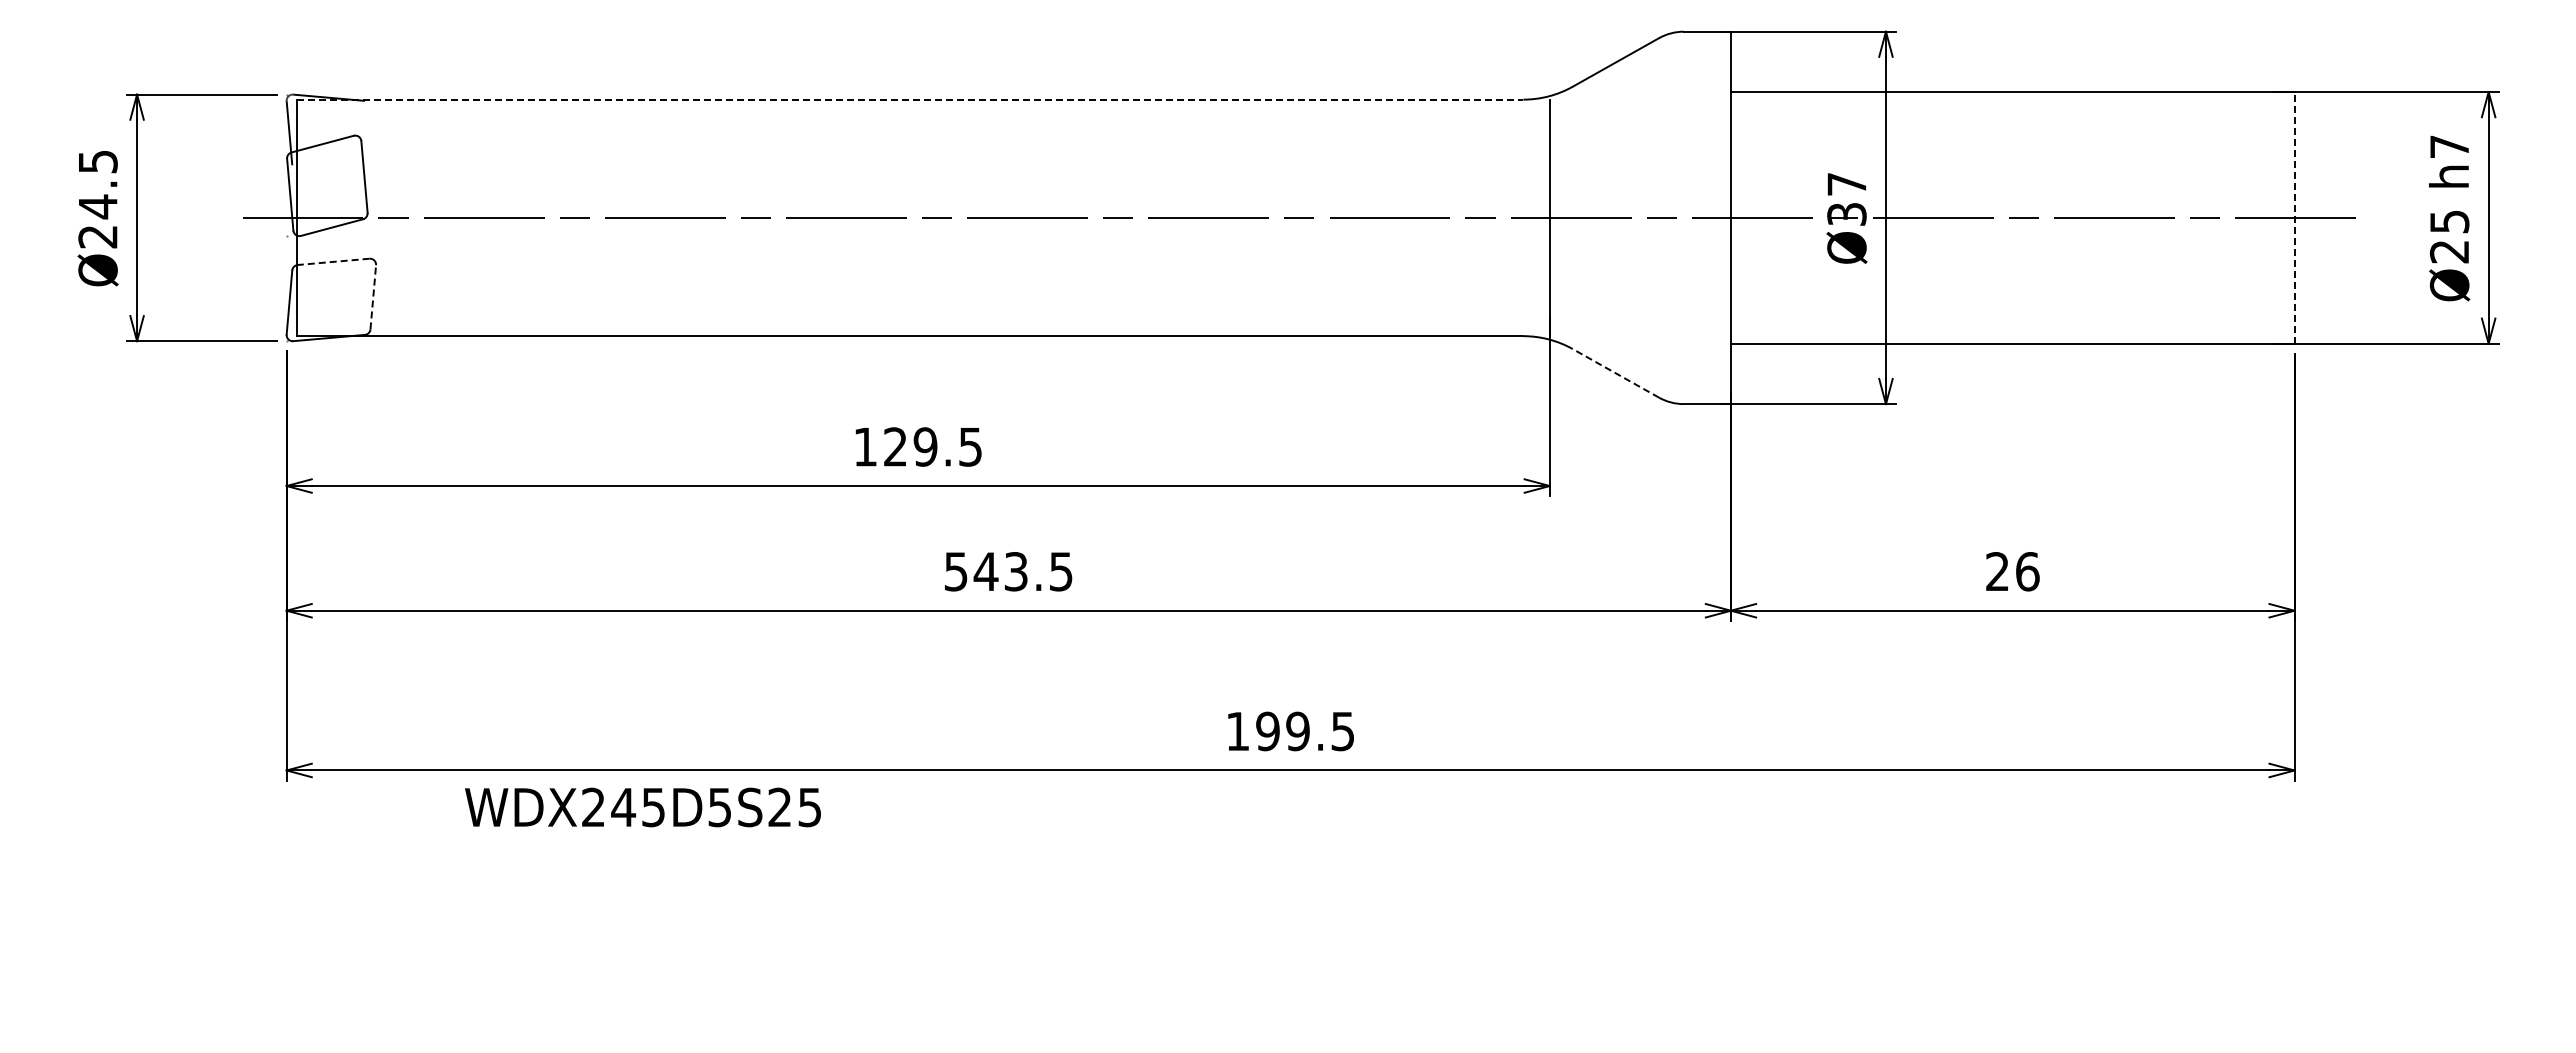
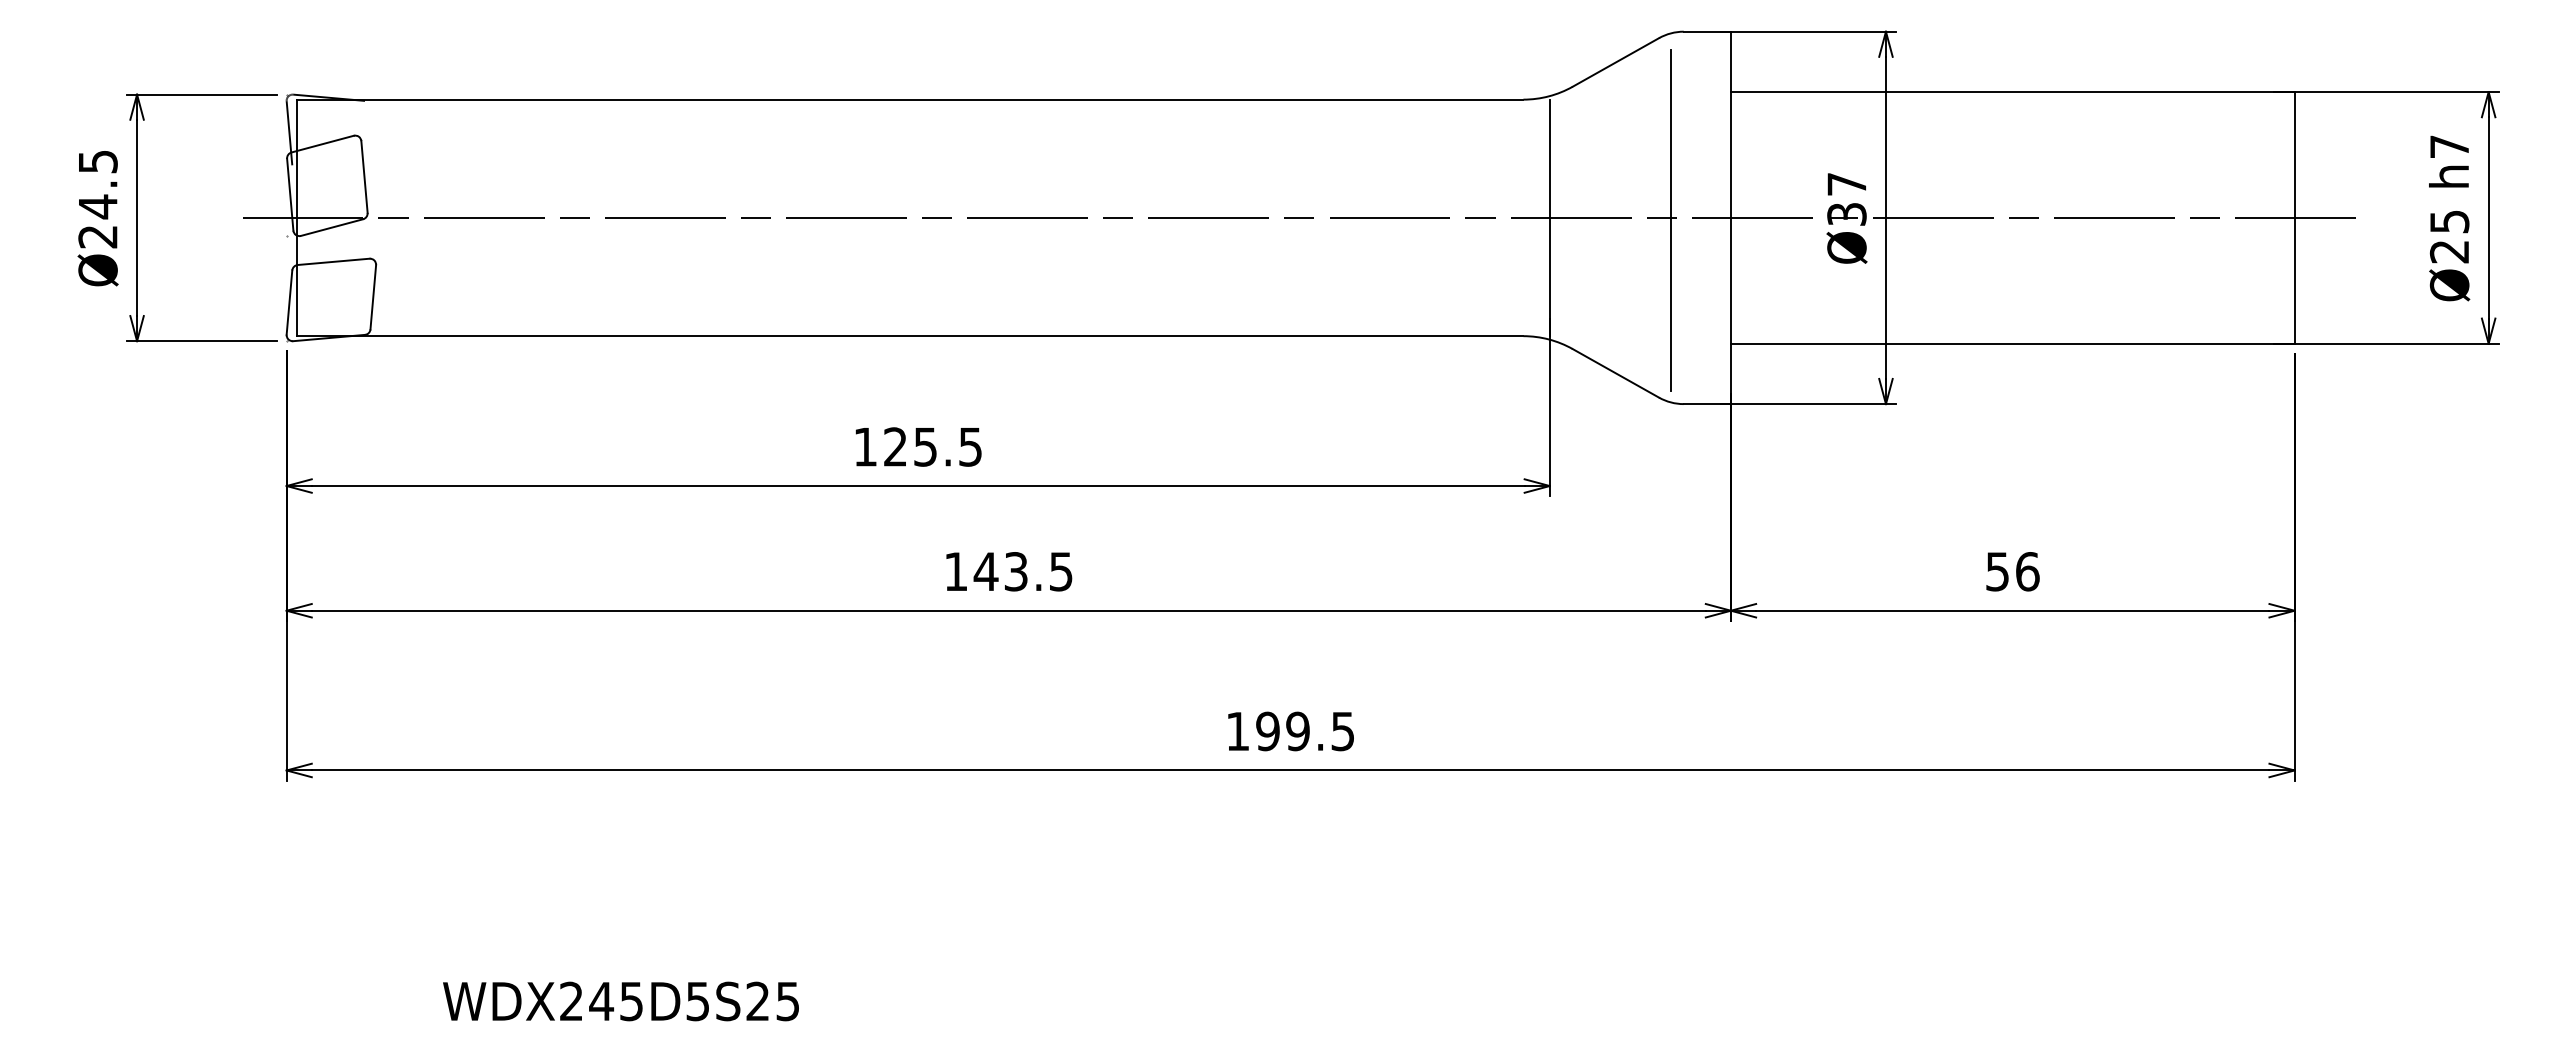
line at (910, 99): dashed -> solid
line at (2294, 217): dashed -> solid
line at (1670, 219): none -> present
line at (333, 261): dashed -> solid
line at (373, 296): dashed -> solid
line at (1615, 373): dashed -> solid
text at (925, 446): 129.5 -> 125.5
text at (956, 571): 543.5 -> 143.5
text at (1997, 571): 26 -> 56
text at (642, 807) position: (642, 807) -> (620, 1001)
